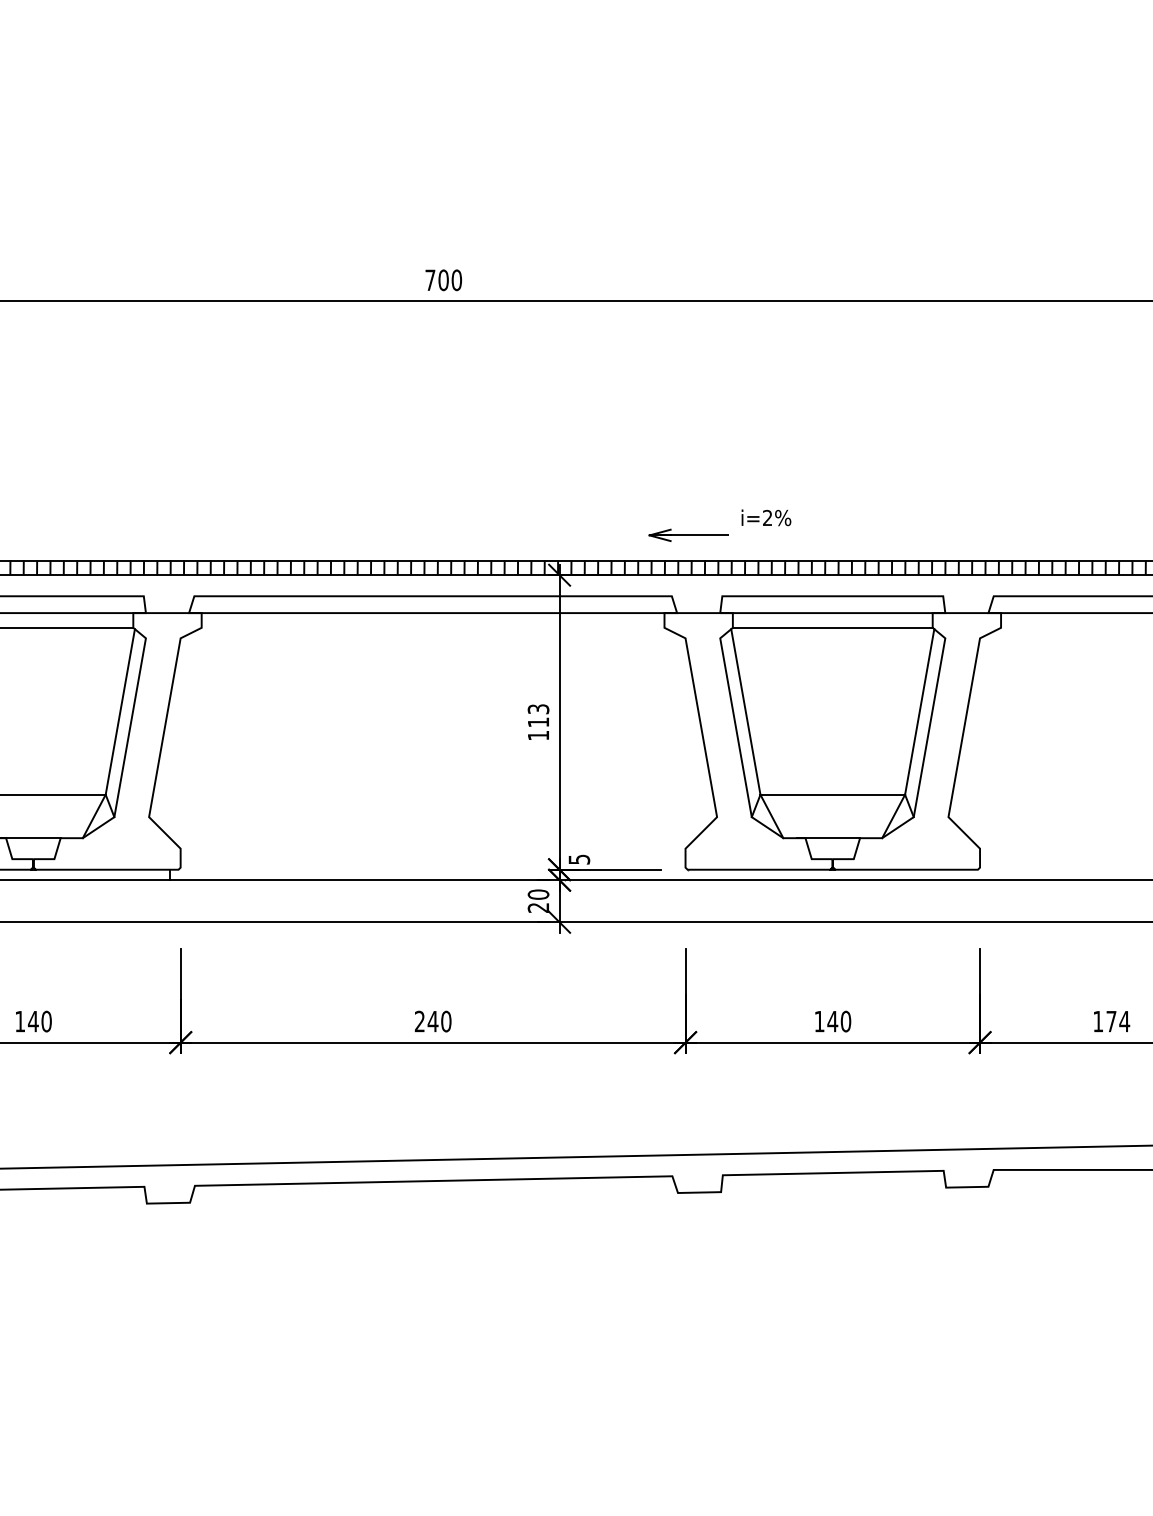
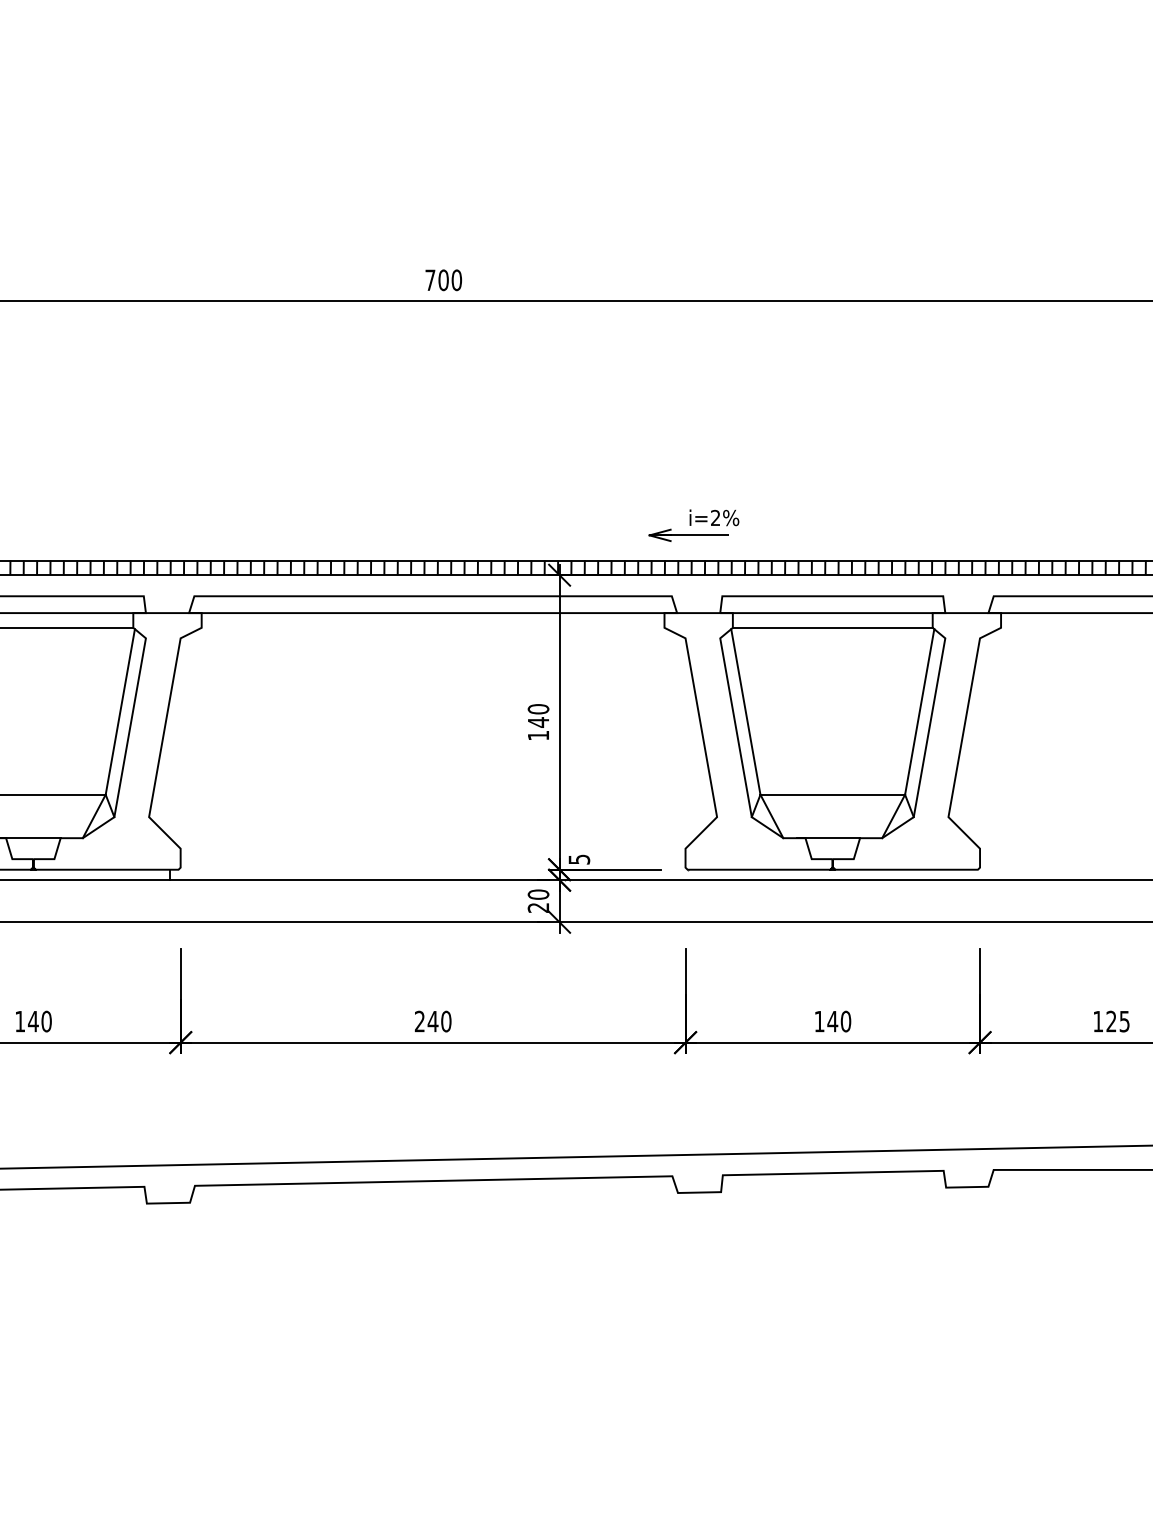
text at (766, 517) position: (766, 517) -> (714, 517)
text at (538, 715): 113 -> 140
text at (1118, 1021): 174 -> 125
